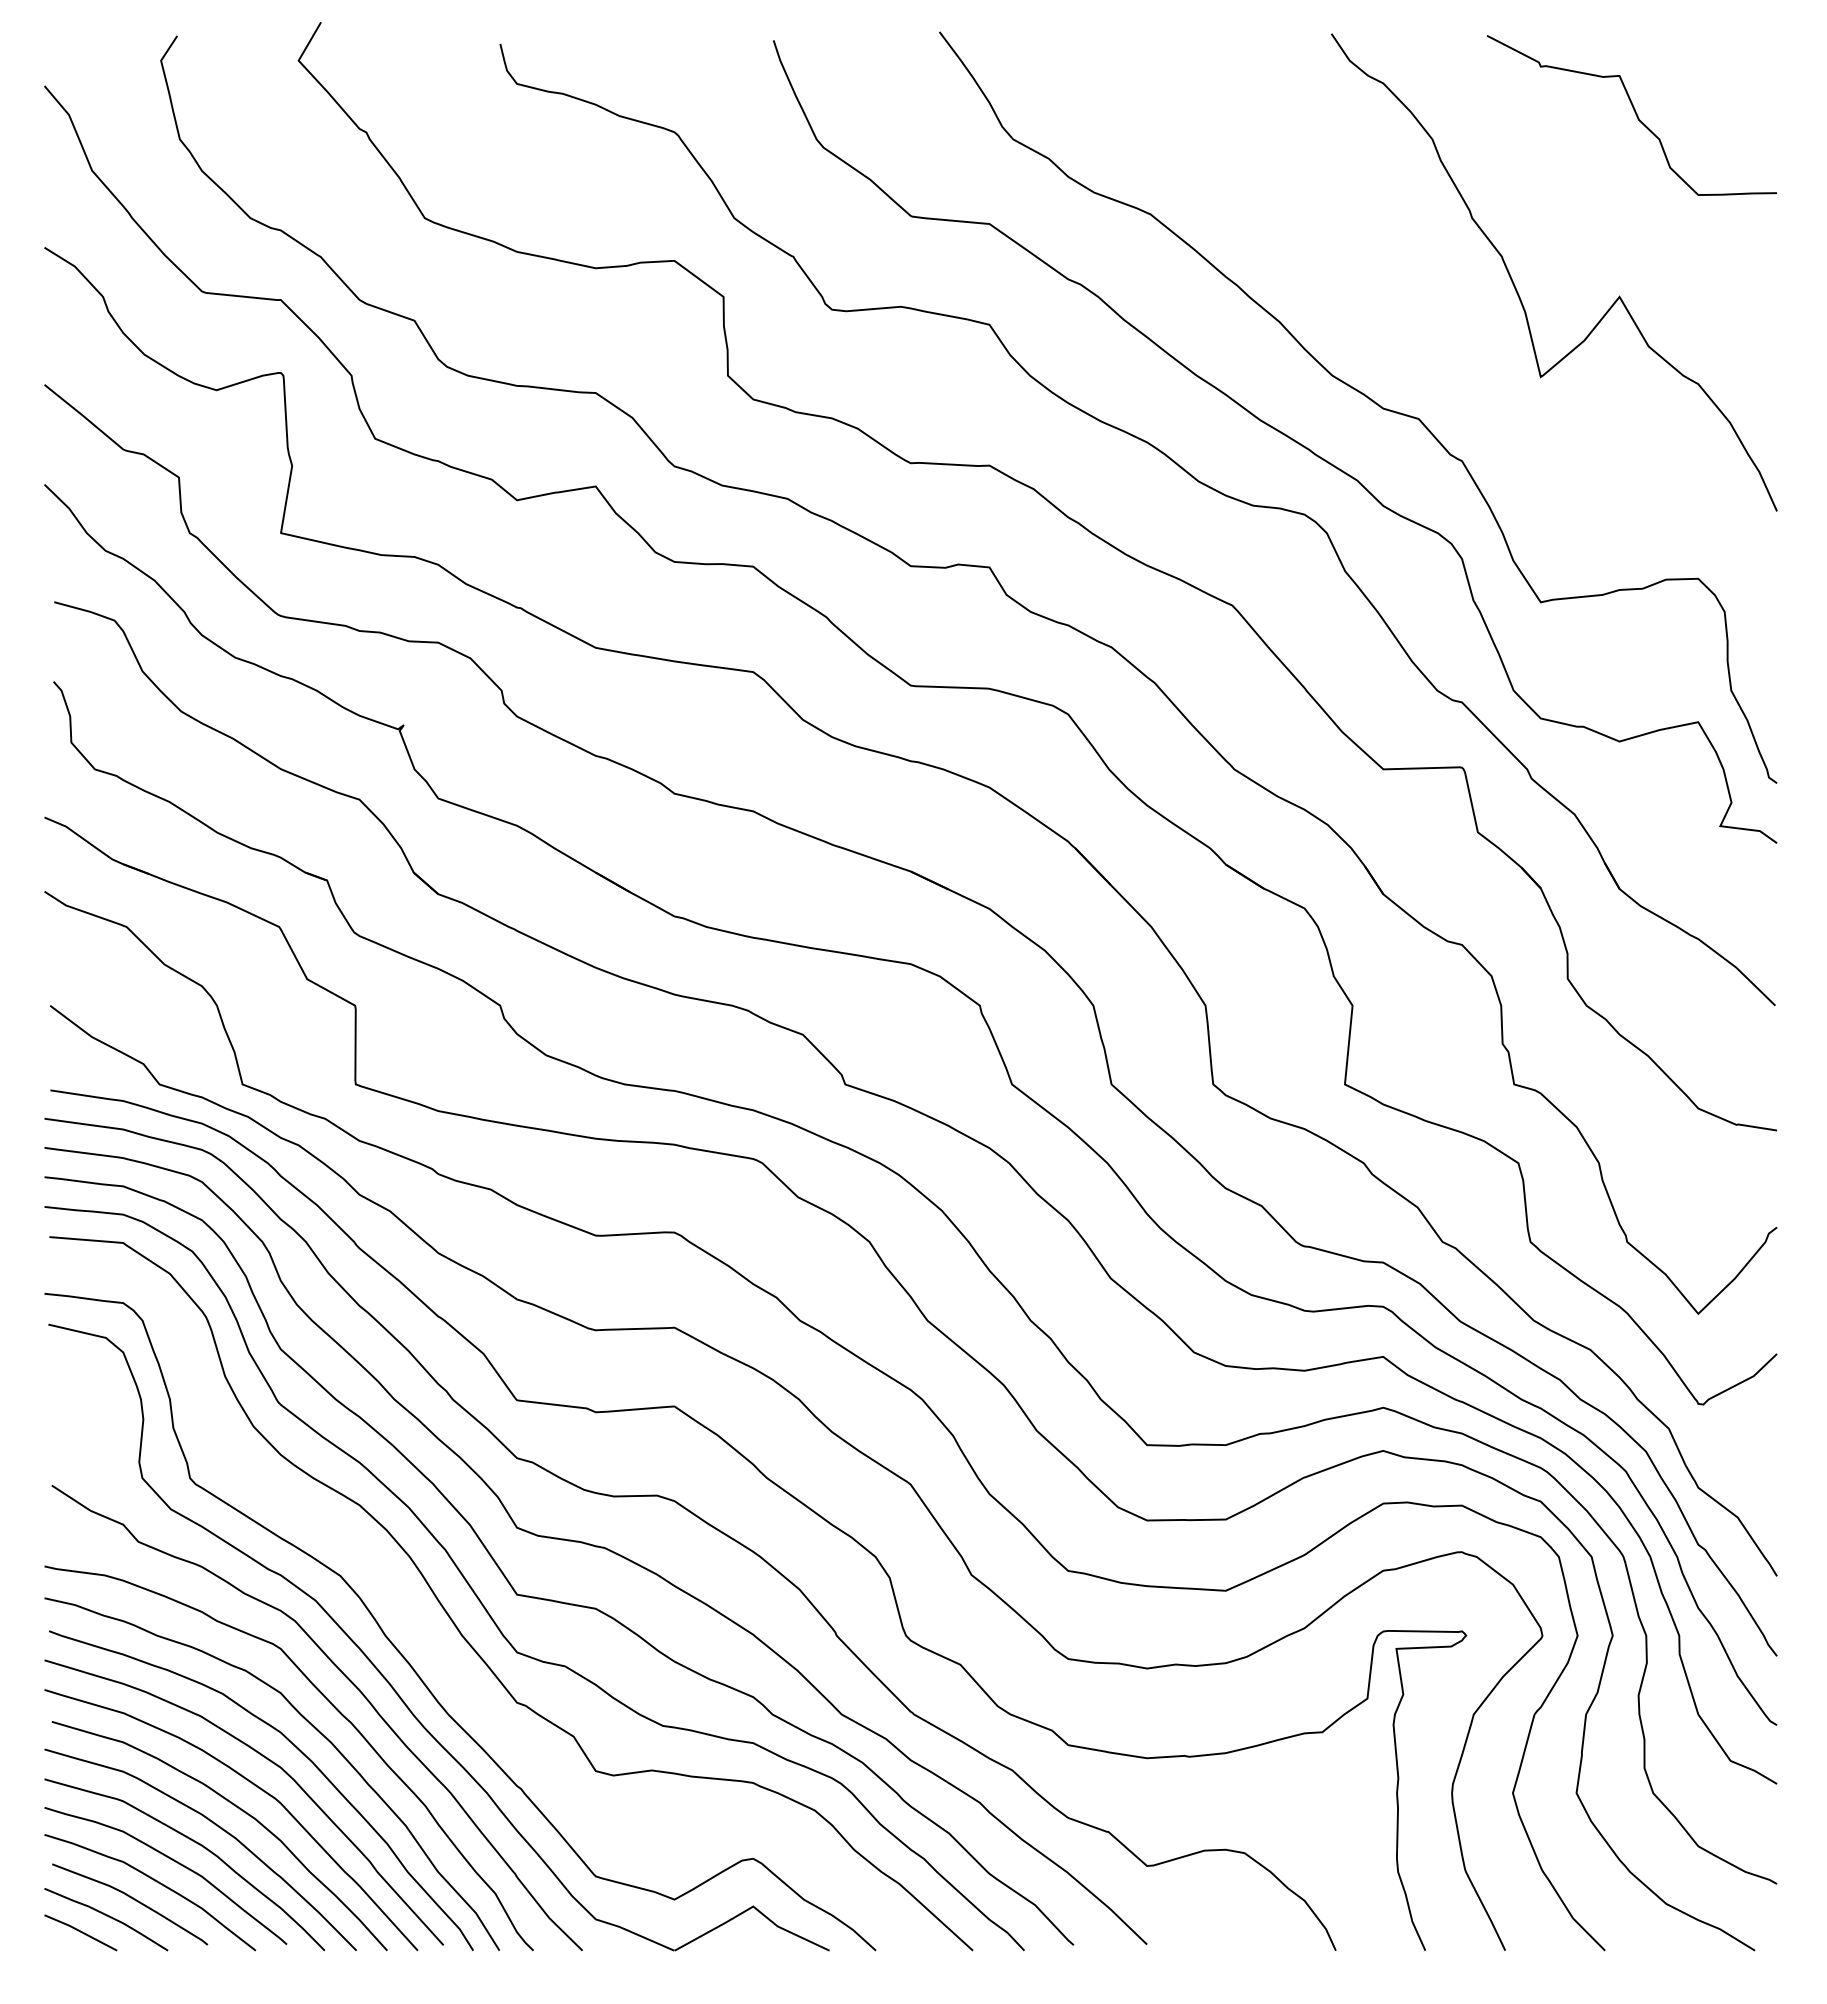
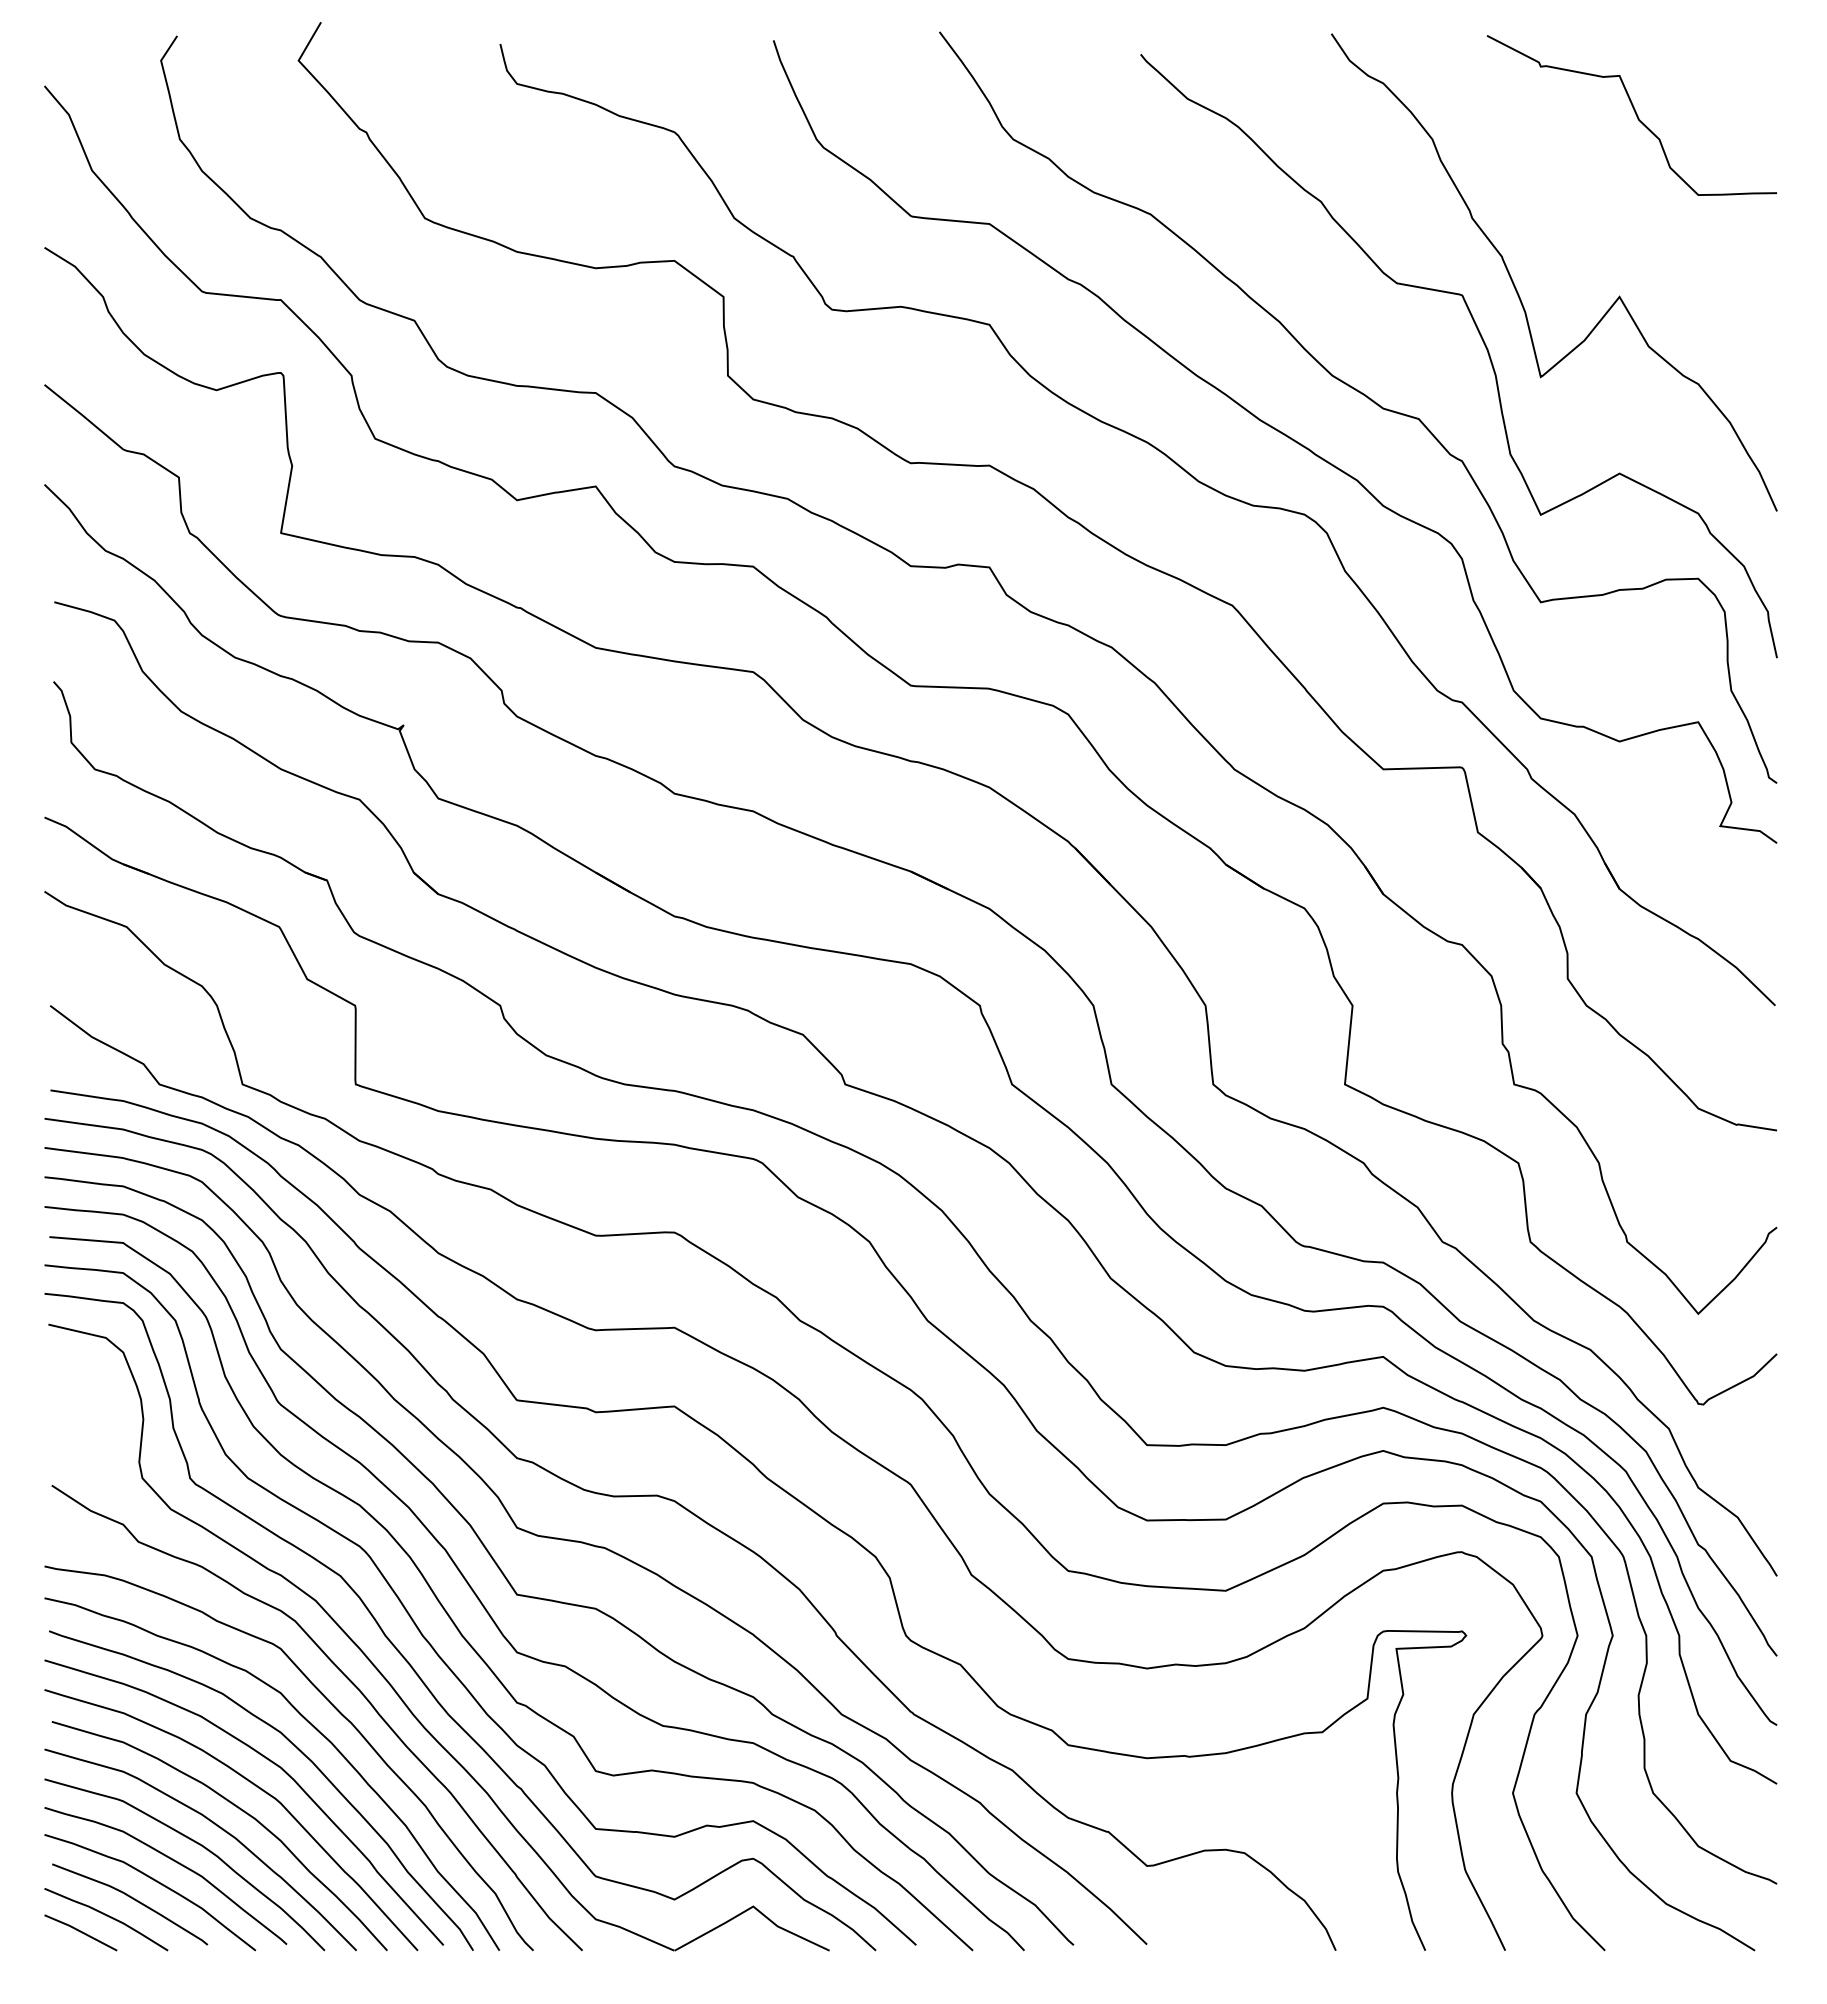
curve at (1485, 348): none -> present
curve at (432, 1645): none -> present
